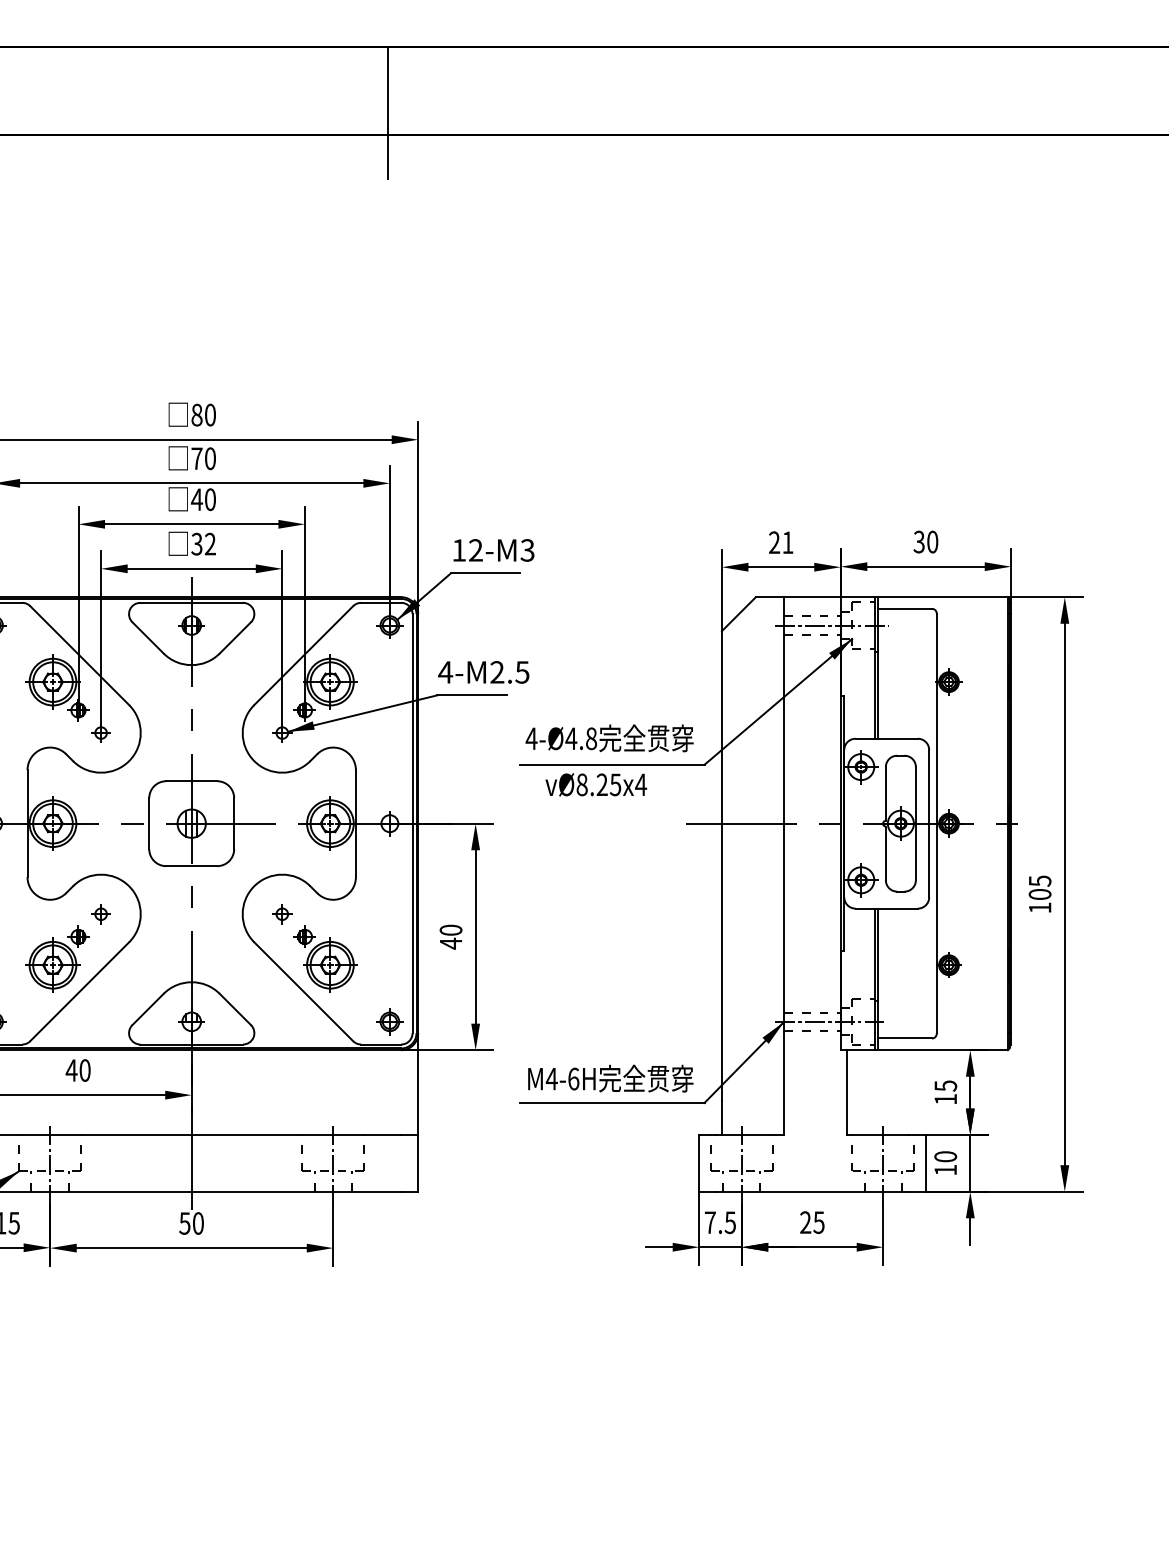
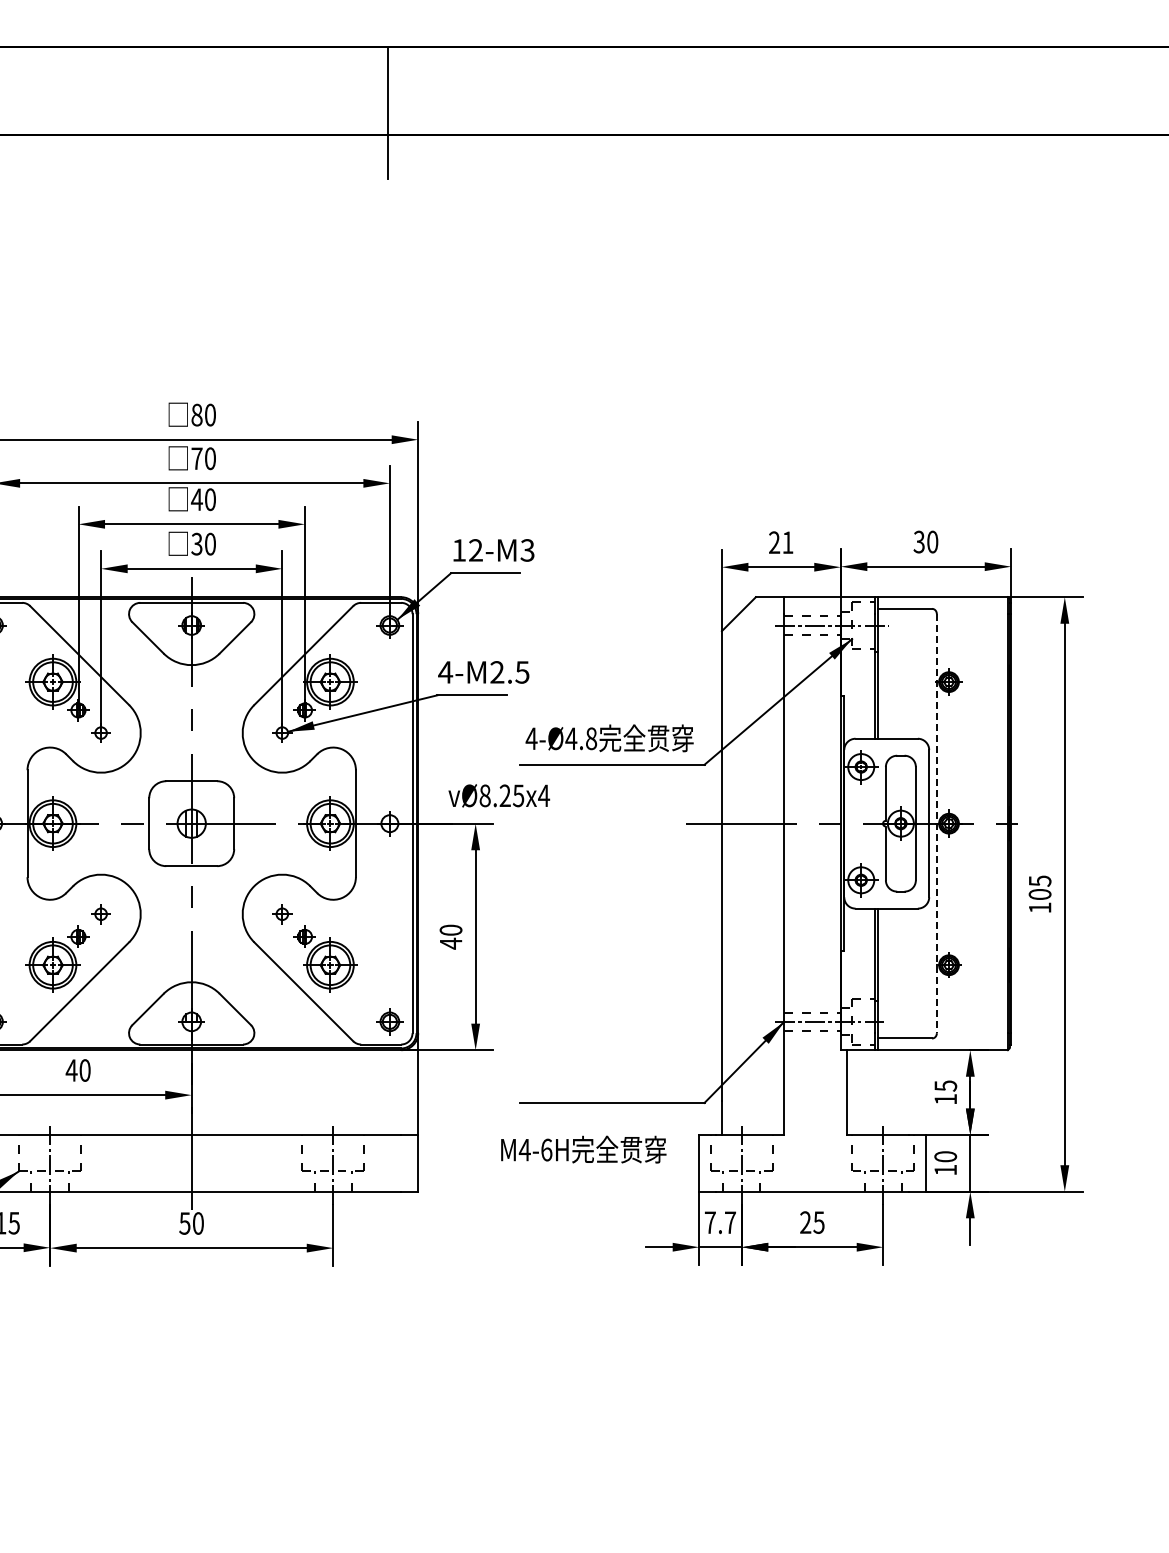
text at (209, 544): 32 -> 30
text at (596, 784) position: (596, 784) -> (499, 795)
line at (936, 823): solid -> dashed
text at (610, 1078) position: (610, 1078) -> (583, 1149)
text at (730, 1222): 7.5 -> 7.7
